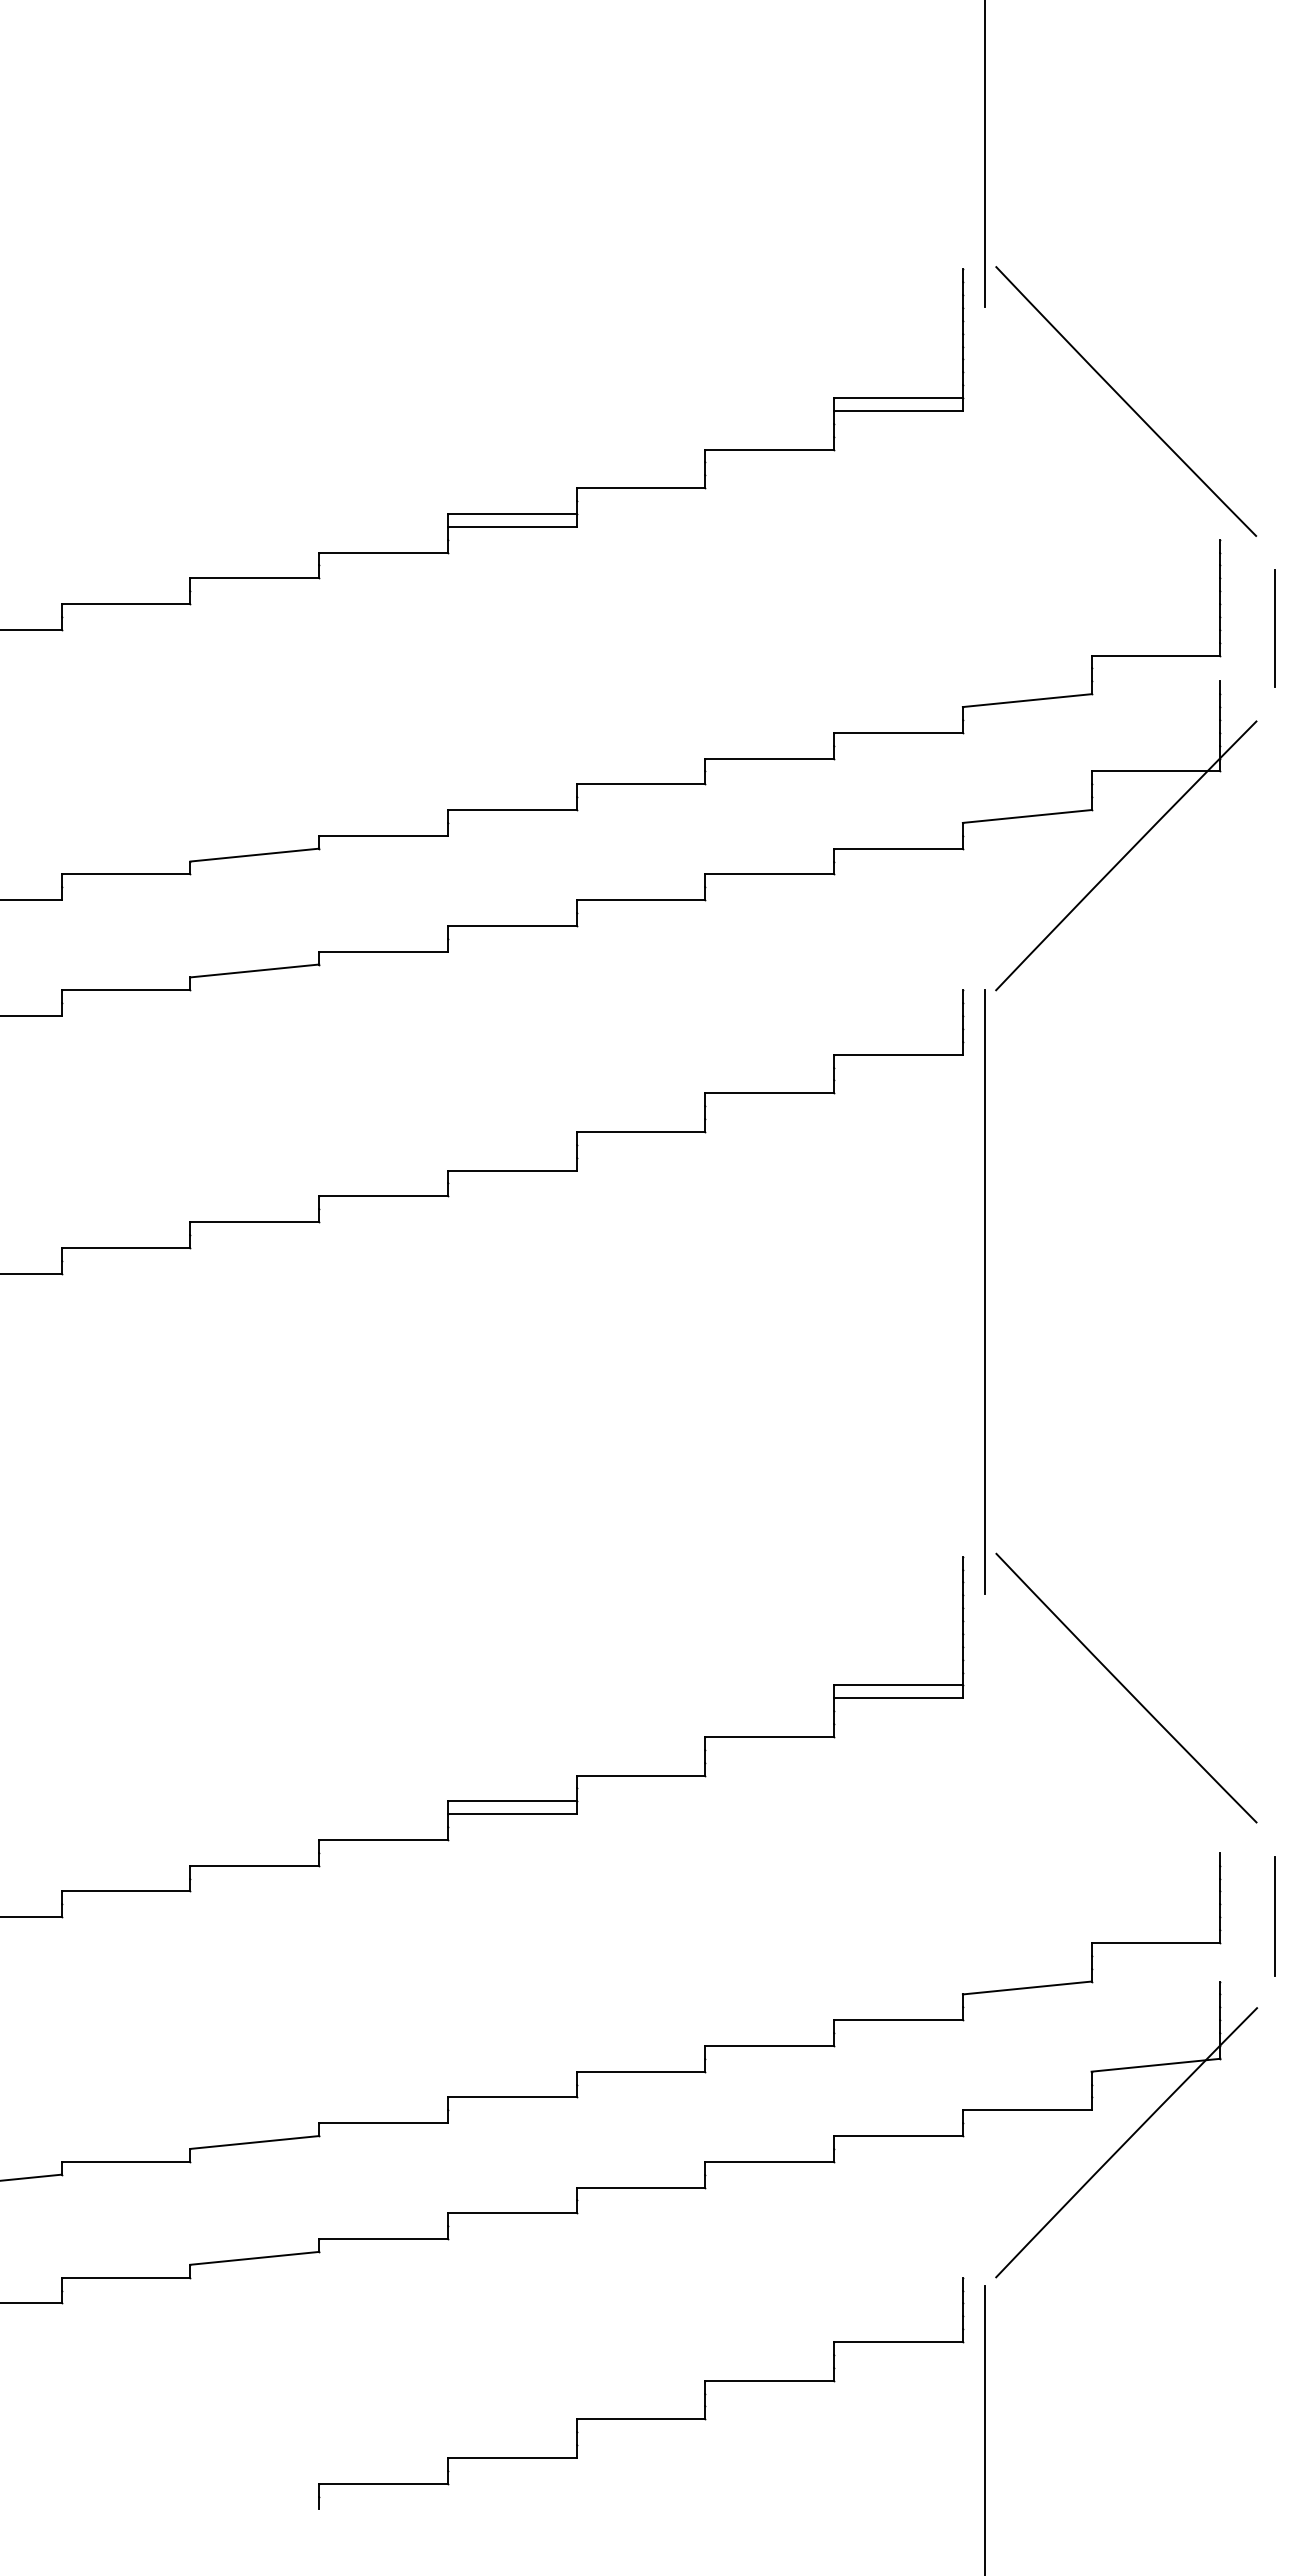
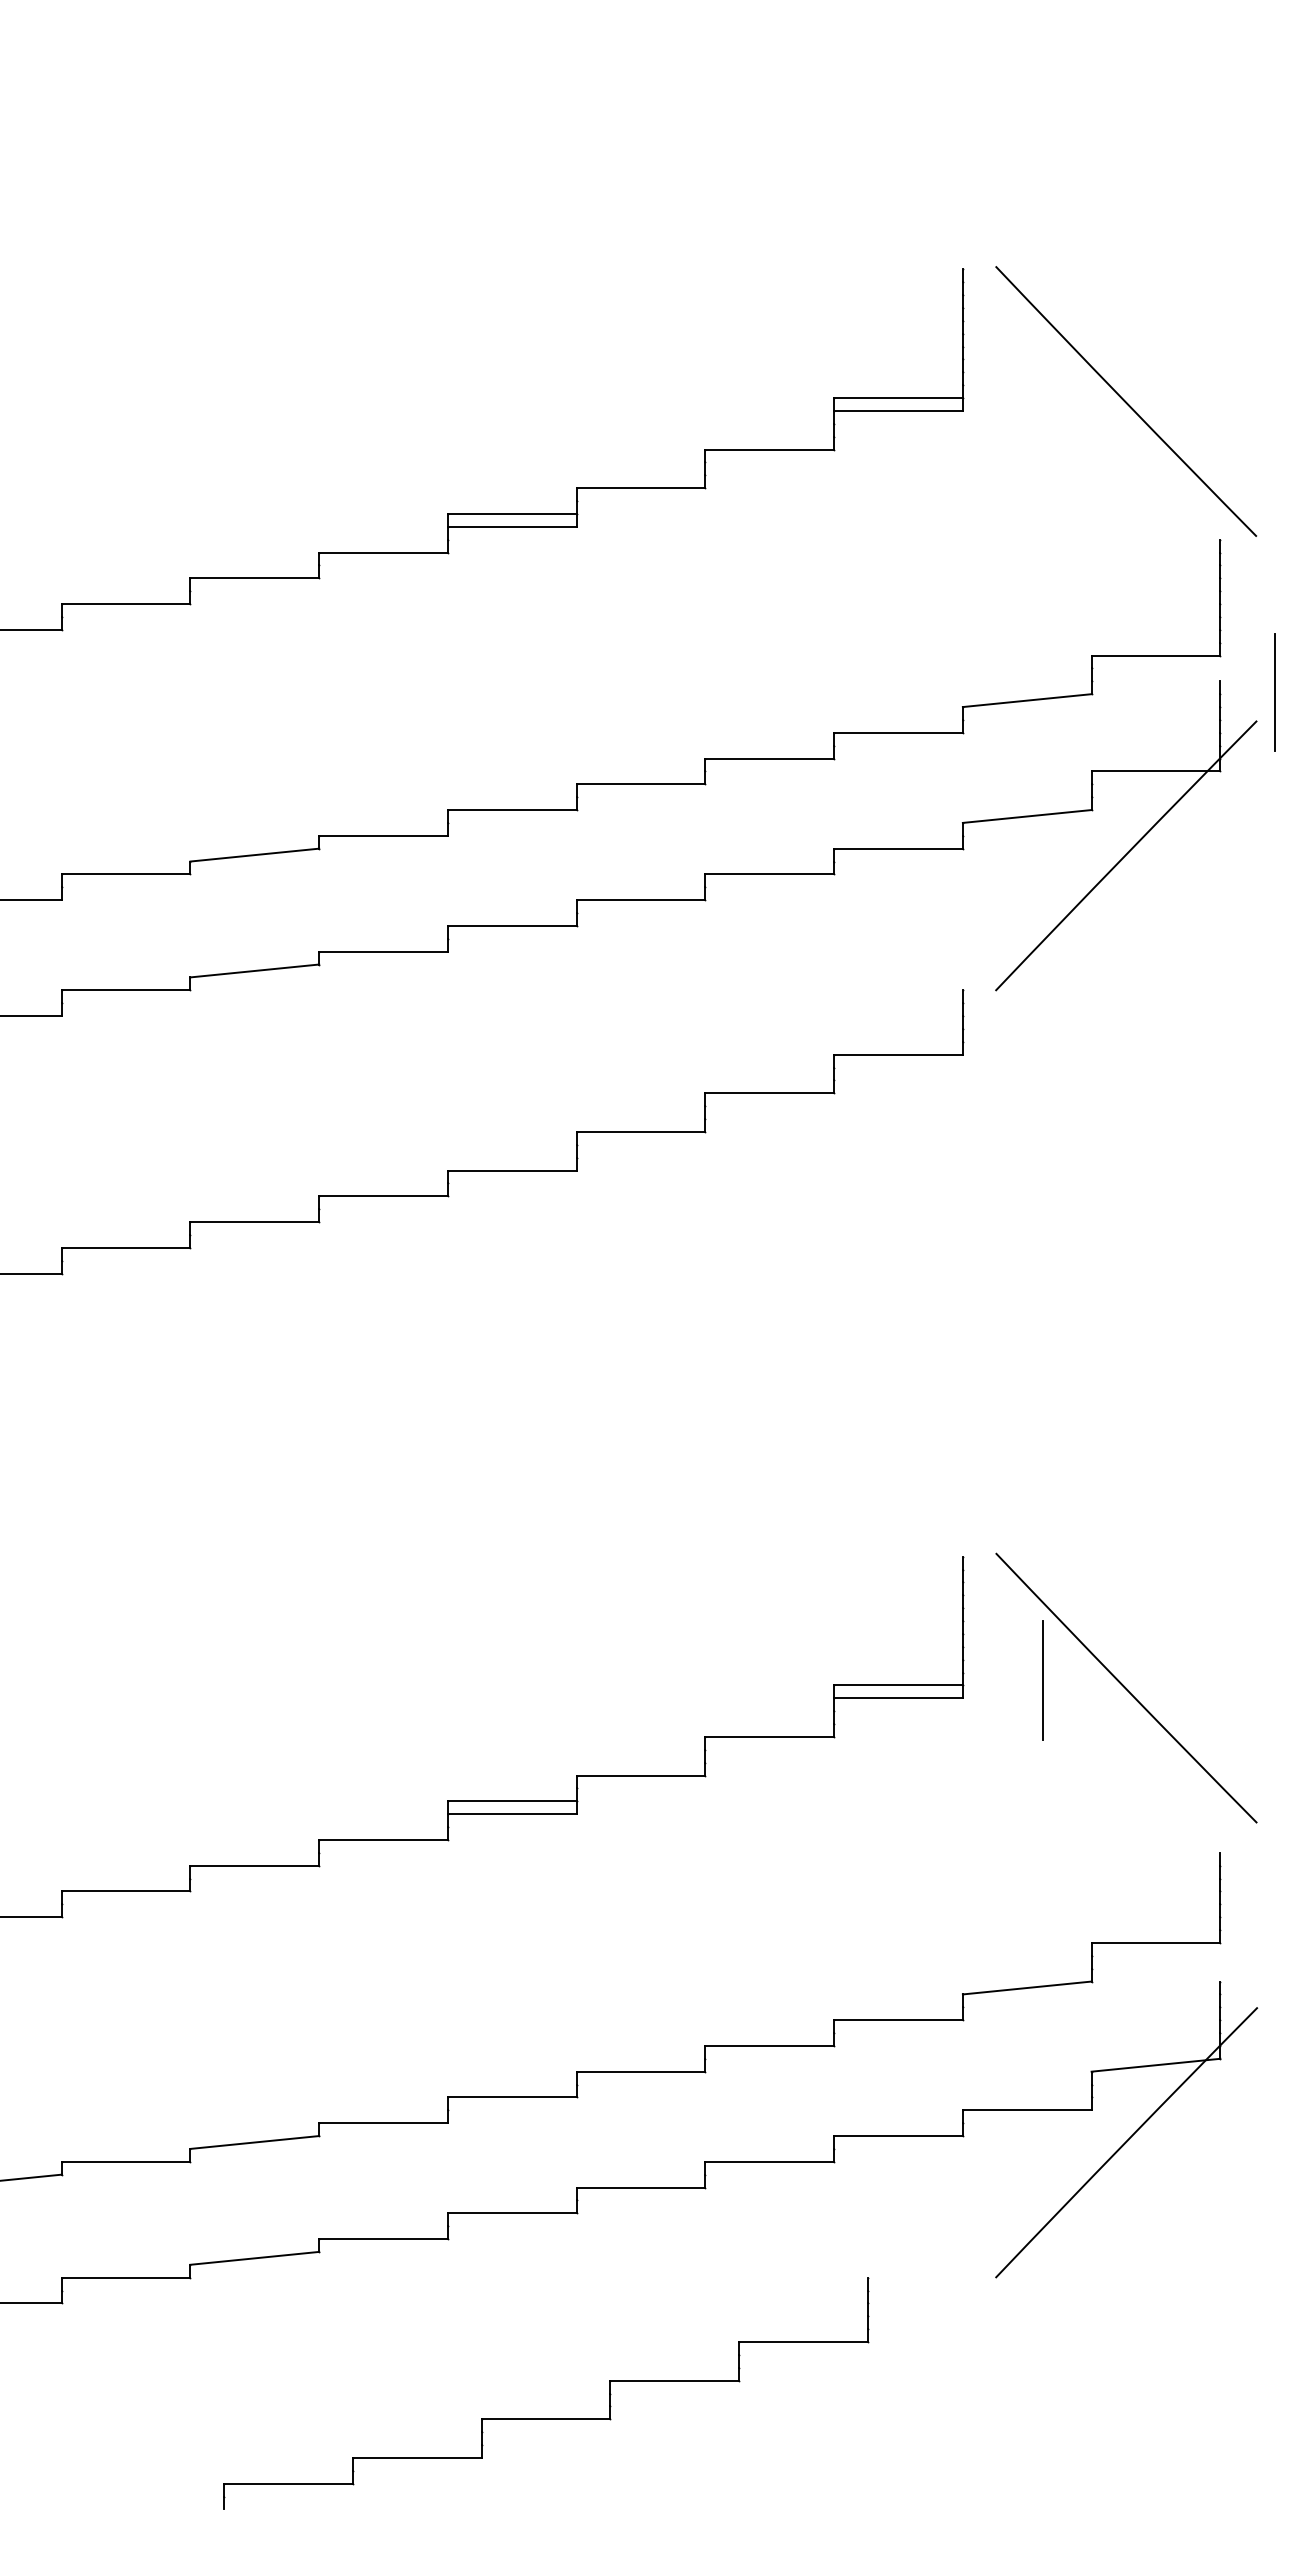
line at (985, 154): present -> none
line at (1274, 628) position: (1274, 628) -> (1274, 692)
line at (985, 1291): present -> none
line at (1274, 1916) position: (1274, 1916) -> (1042, 1680)
part at (641, 2418) position: (641, 2418) -> (546, 2418)
line at (985, 2428): present -> none
